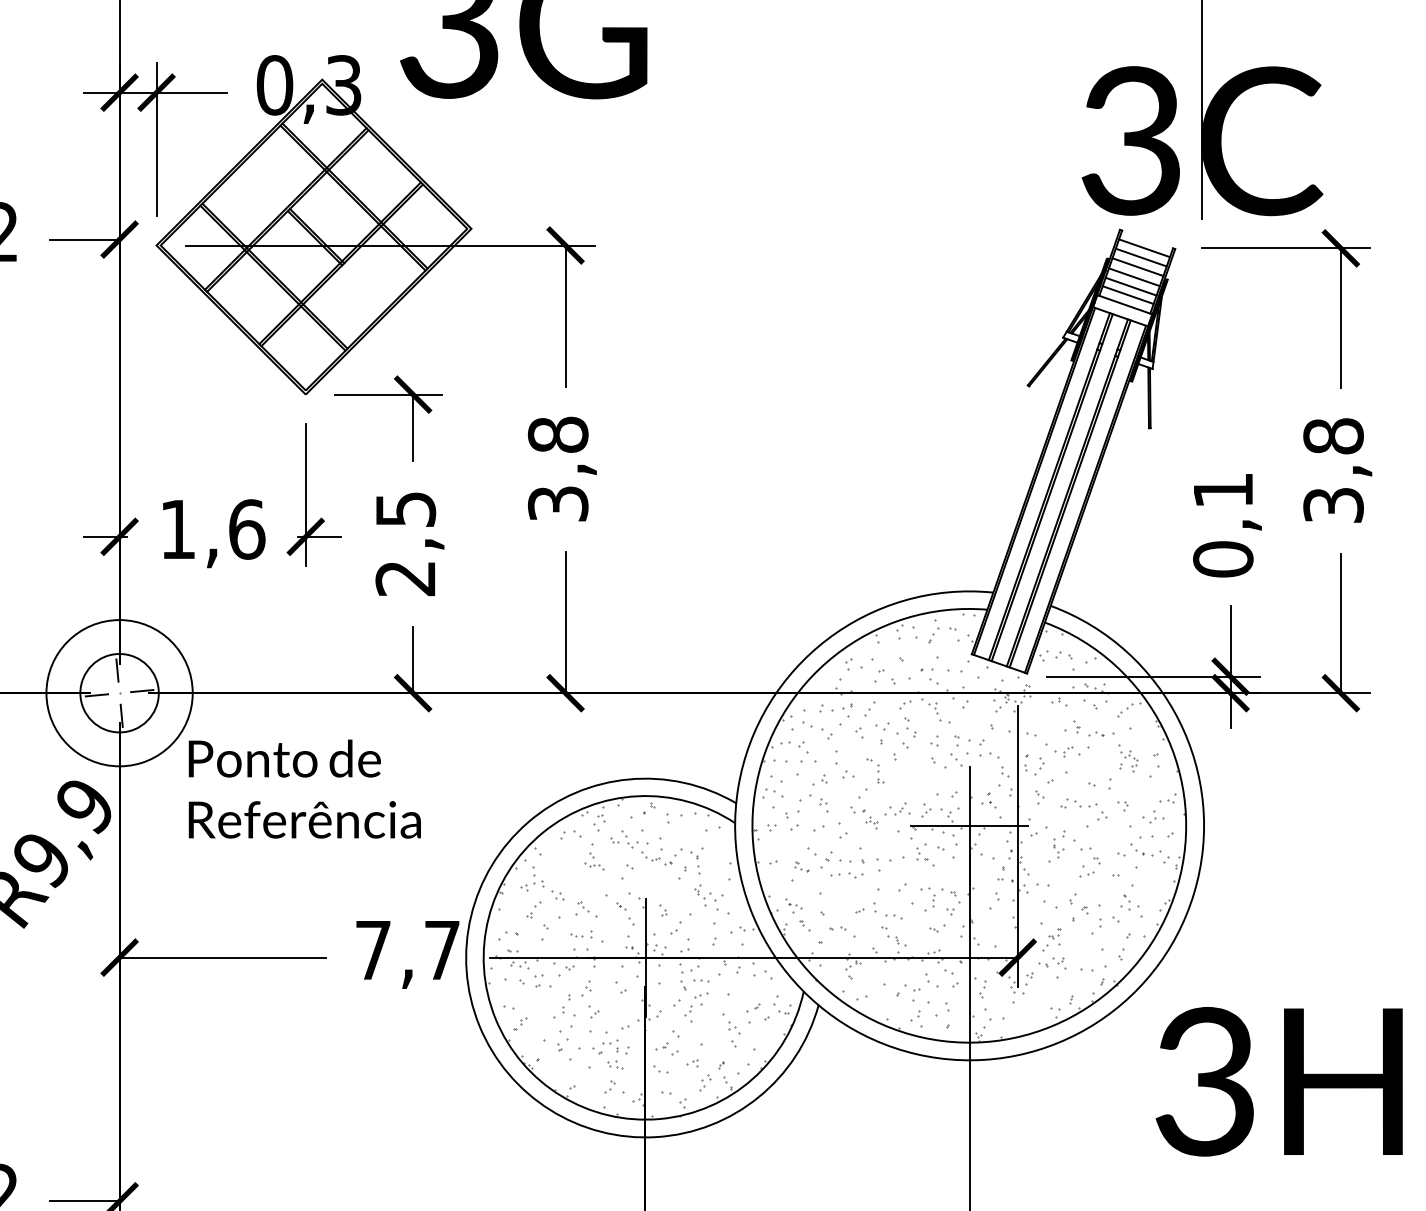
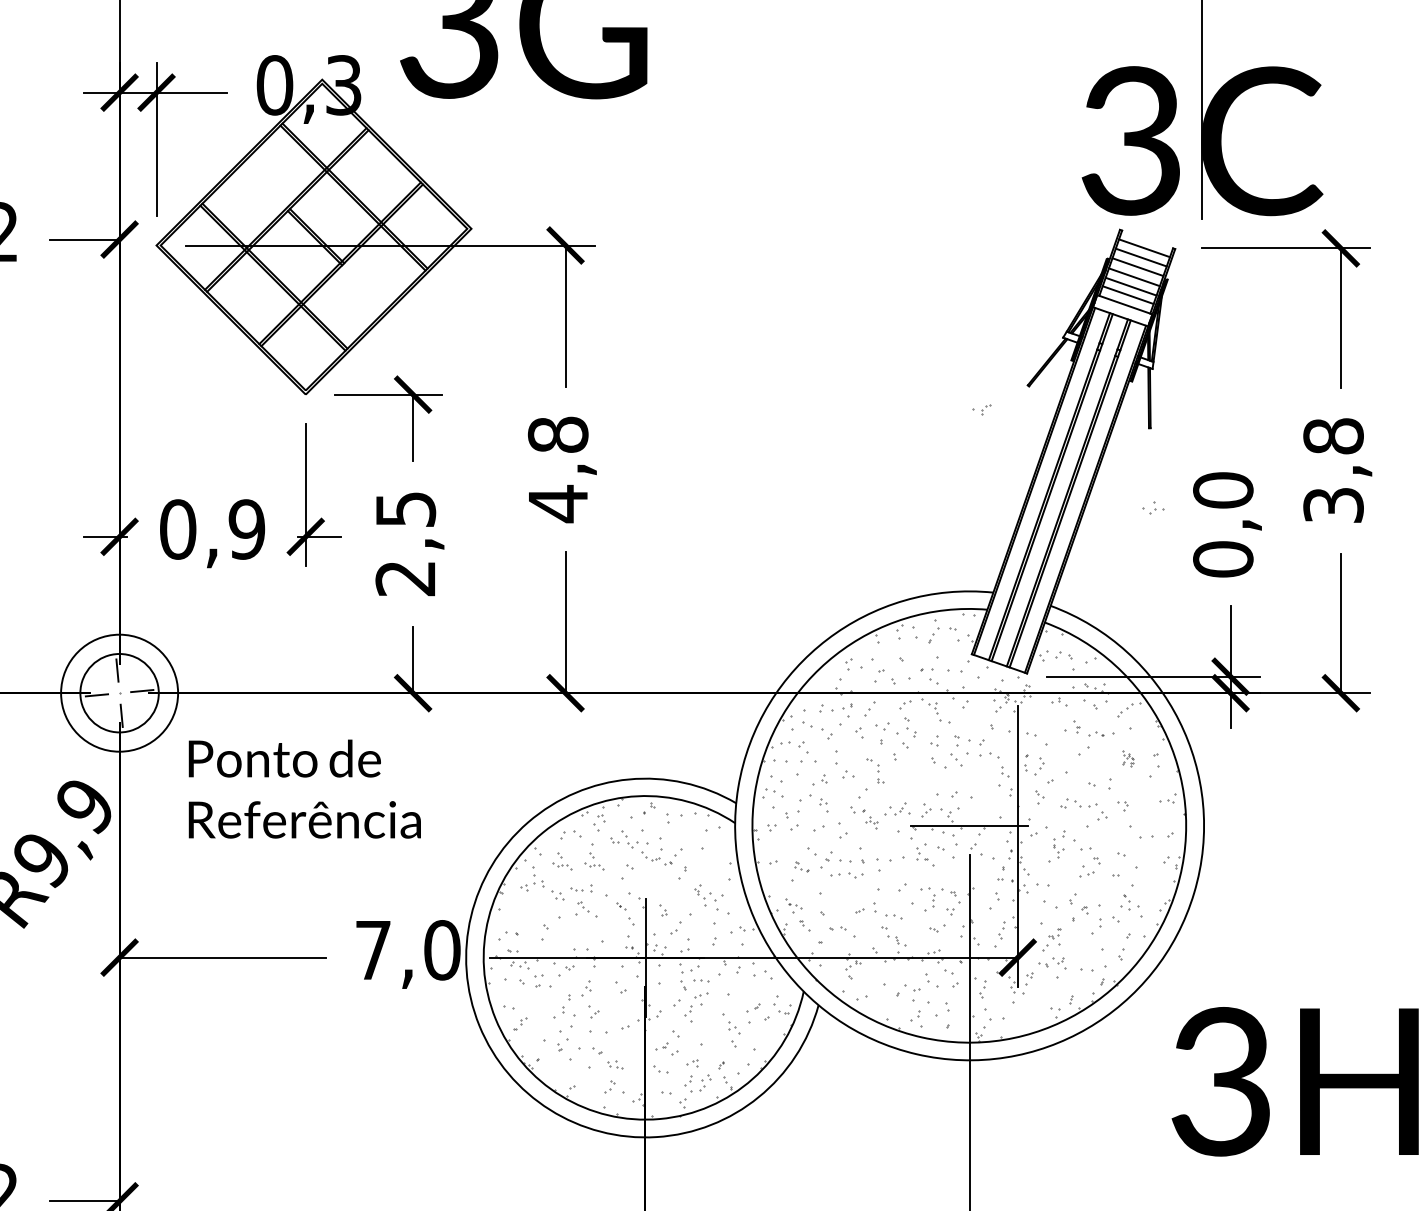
text at (1223, 490): 0,1 -> 0,0
text at (557, 503): 3,8 -> 4,8
text at (212, 529): 1,6 -> 0,9
circle at (119, 693) diameter: 146 px -> 117 px
part at (1063, 751) position: (1063, 751) -> (981, 409)
part at (1128, 758) size: 21x29 px -> 13x18 px
part at (988, 800): present -> none
part at (1153, 816) position: (1153, 816) -> (1153, 507)
line at (969, 825): present -> none
part at (1145, 849): present -> none
part at (562, 861): none -> present
part at (695, 862): present -> none
part at (533, 909): present -> none
part at (1001, 930): none -> present
part at (581, 934) position: (581, 934) -> (581, 888)
text at (442, 950): 7,7 -> 7,0
part at (615, 1046): present -> none
text at (1278, 1081) position: (1278, 1081) -> (1294, 1081)
part at (688, 1083): none -> present
